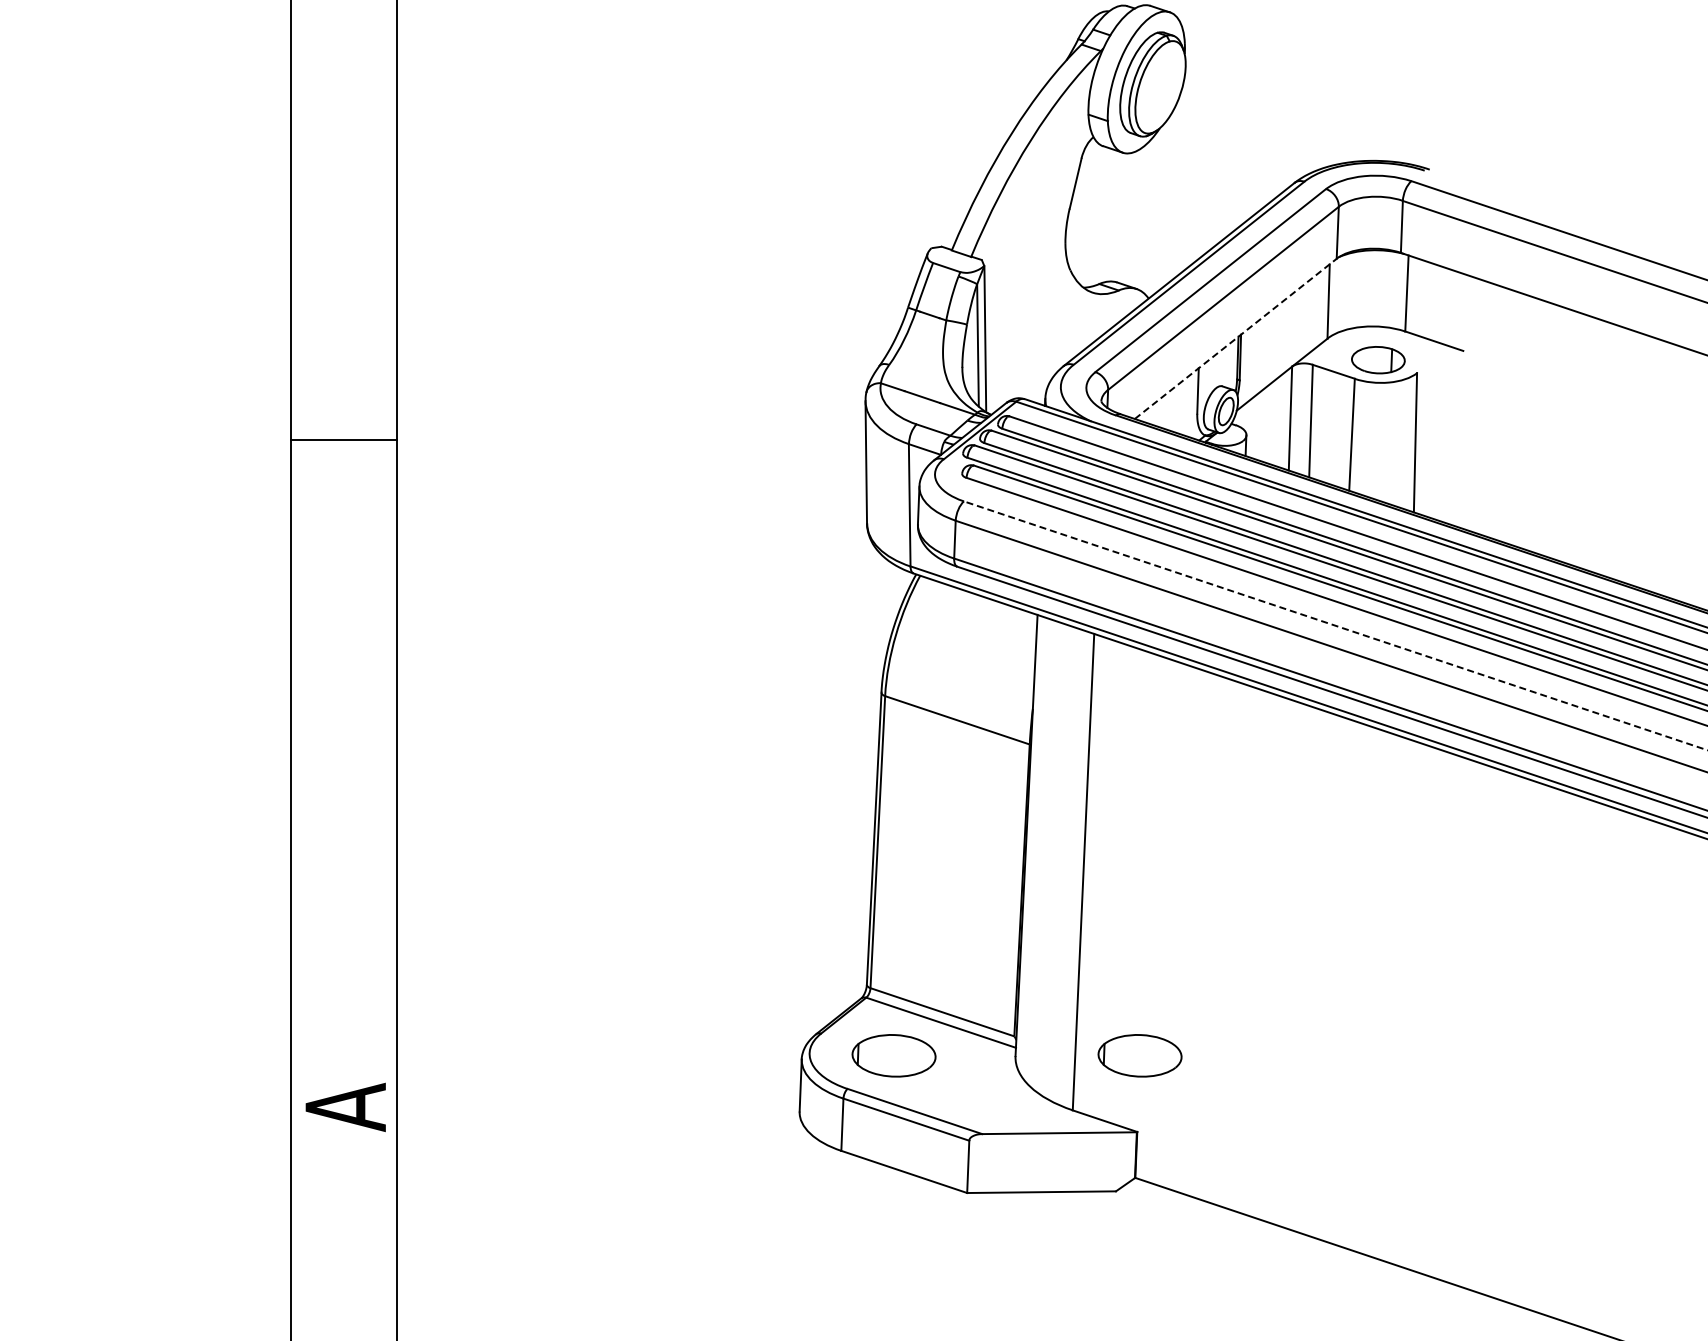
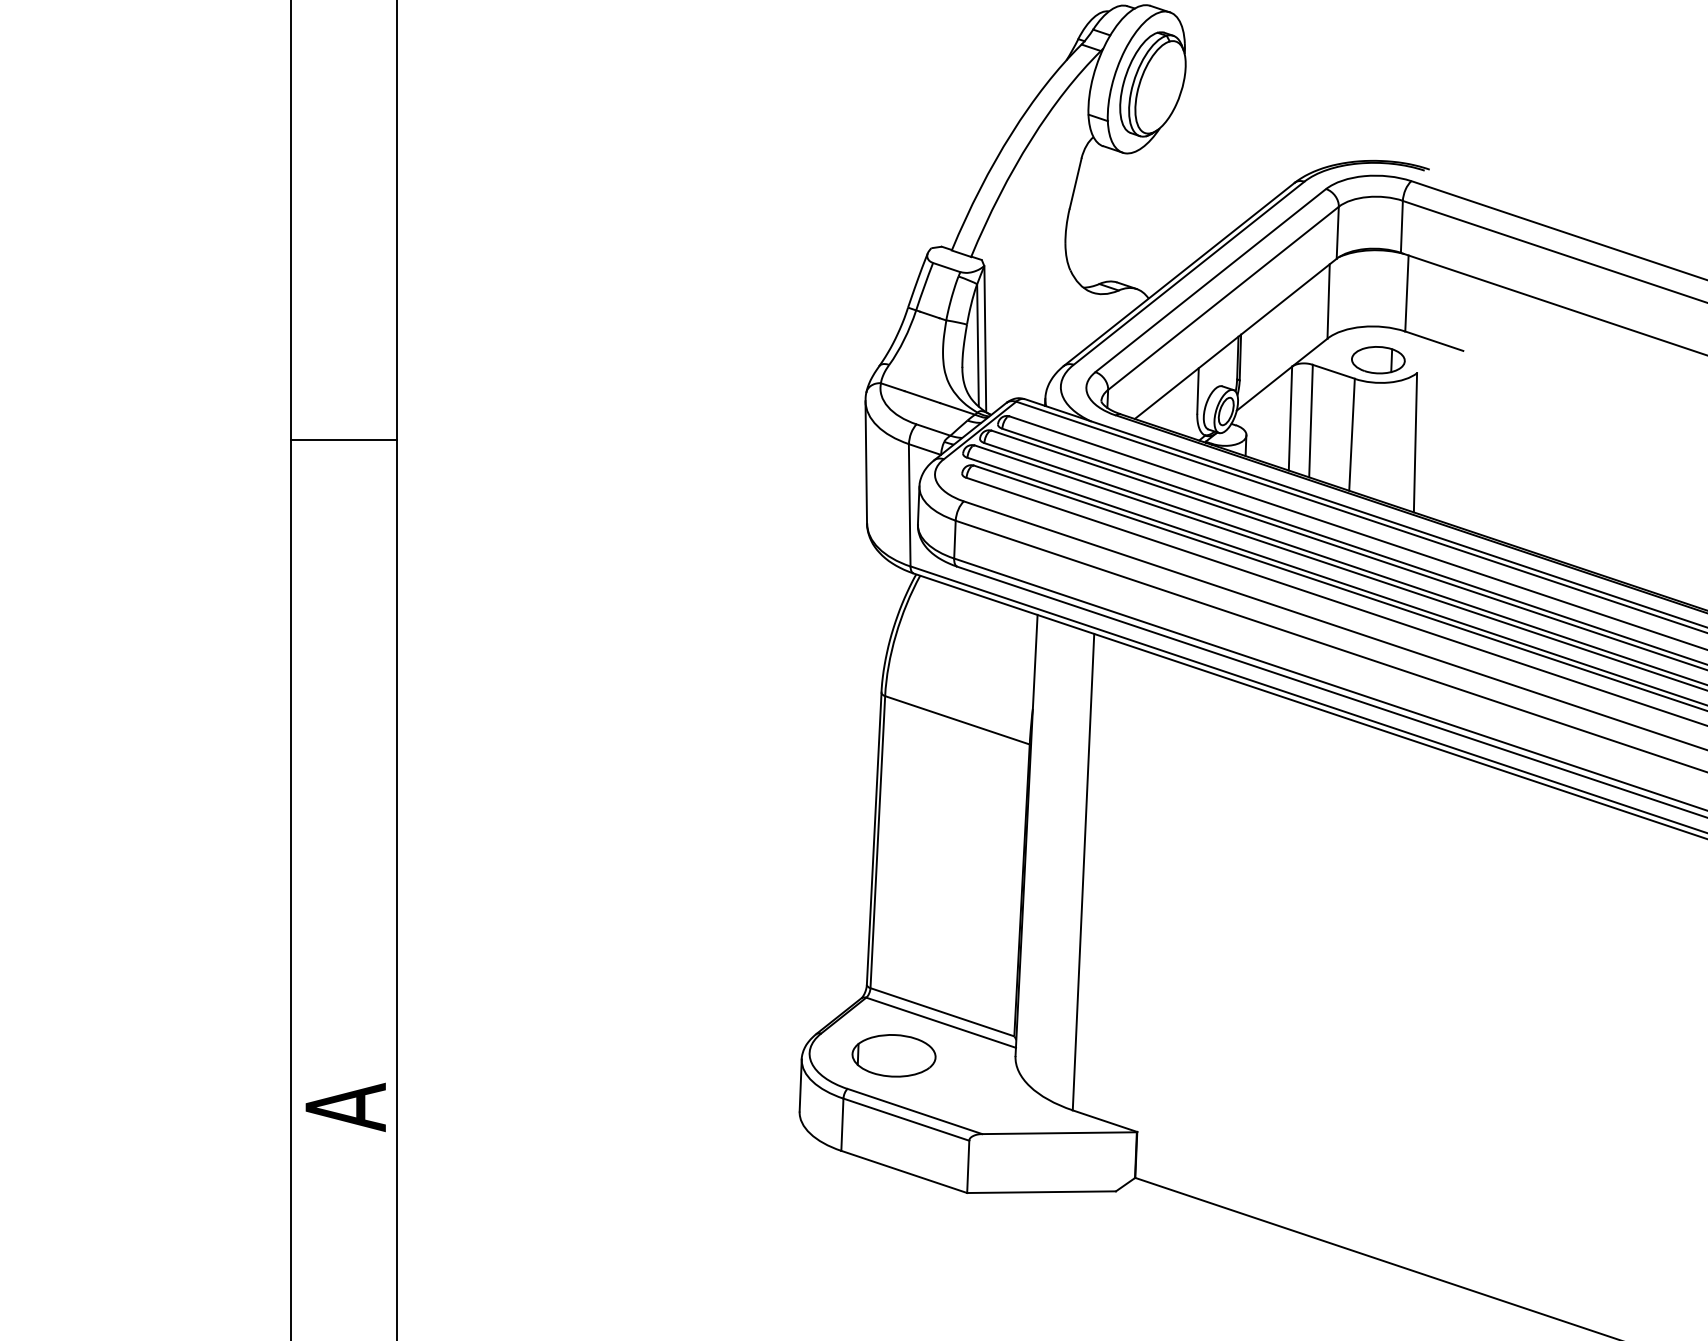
line at (1235, 338): dashed -> solid
line at (1335, 625): dashed -> solid
part at (1139, 1055): present -> none
